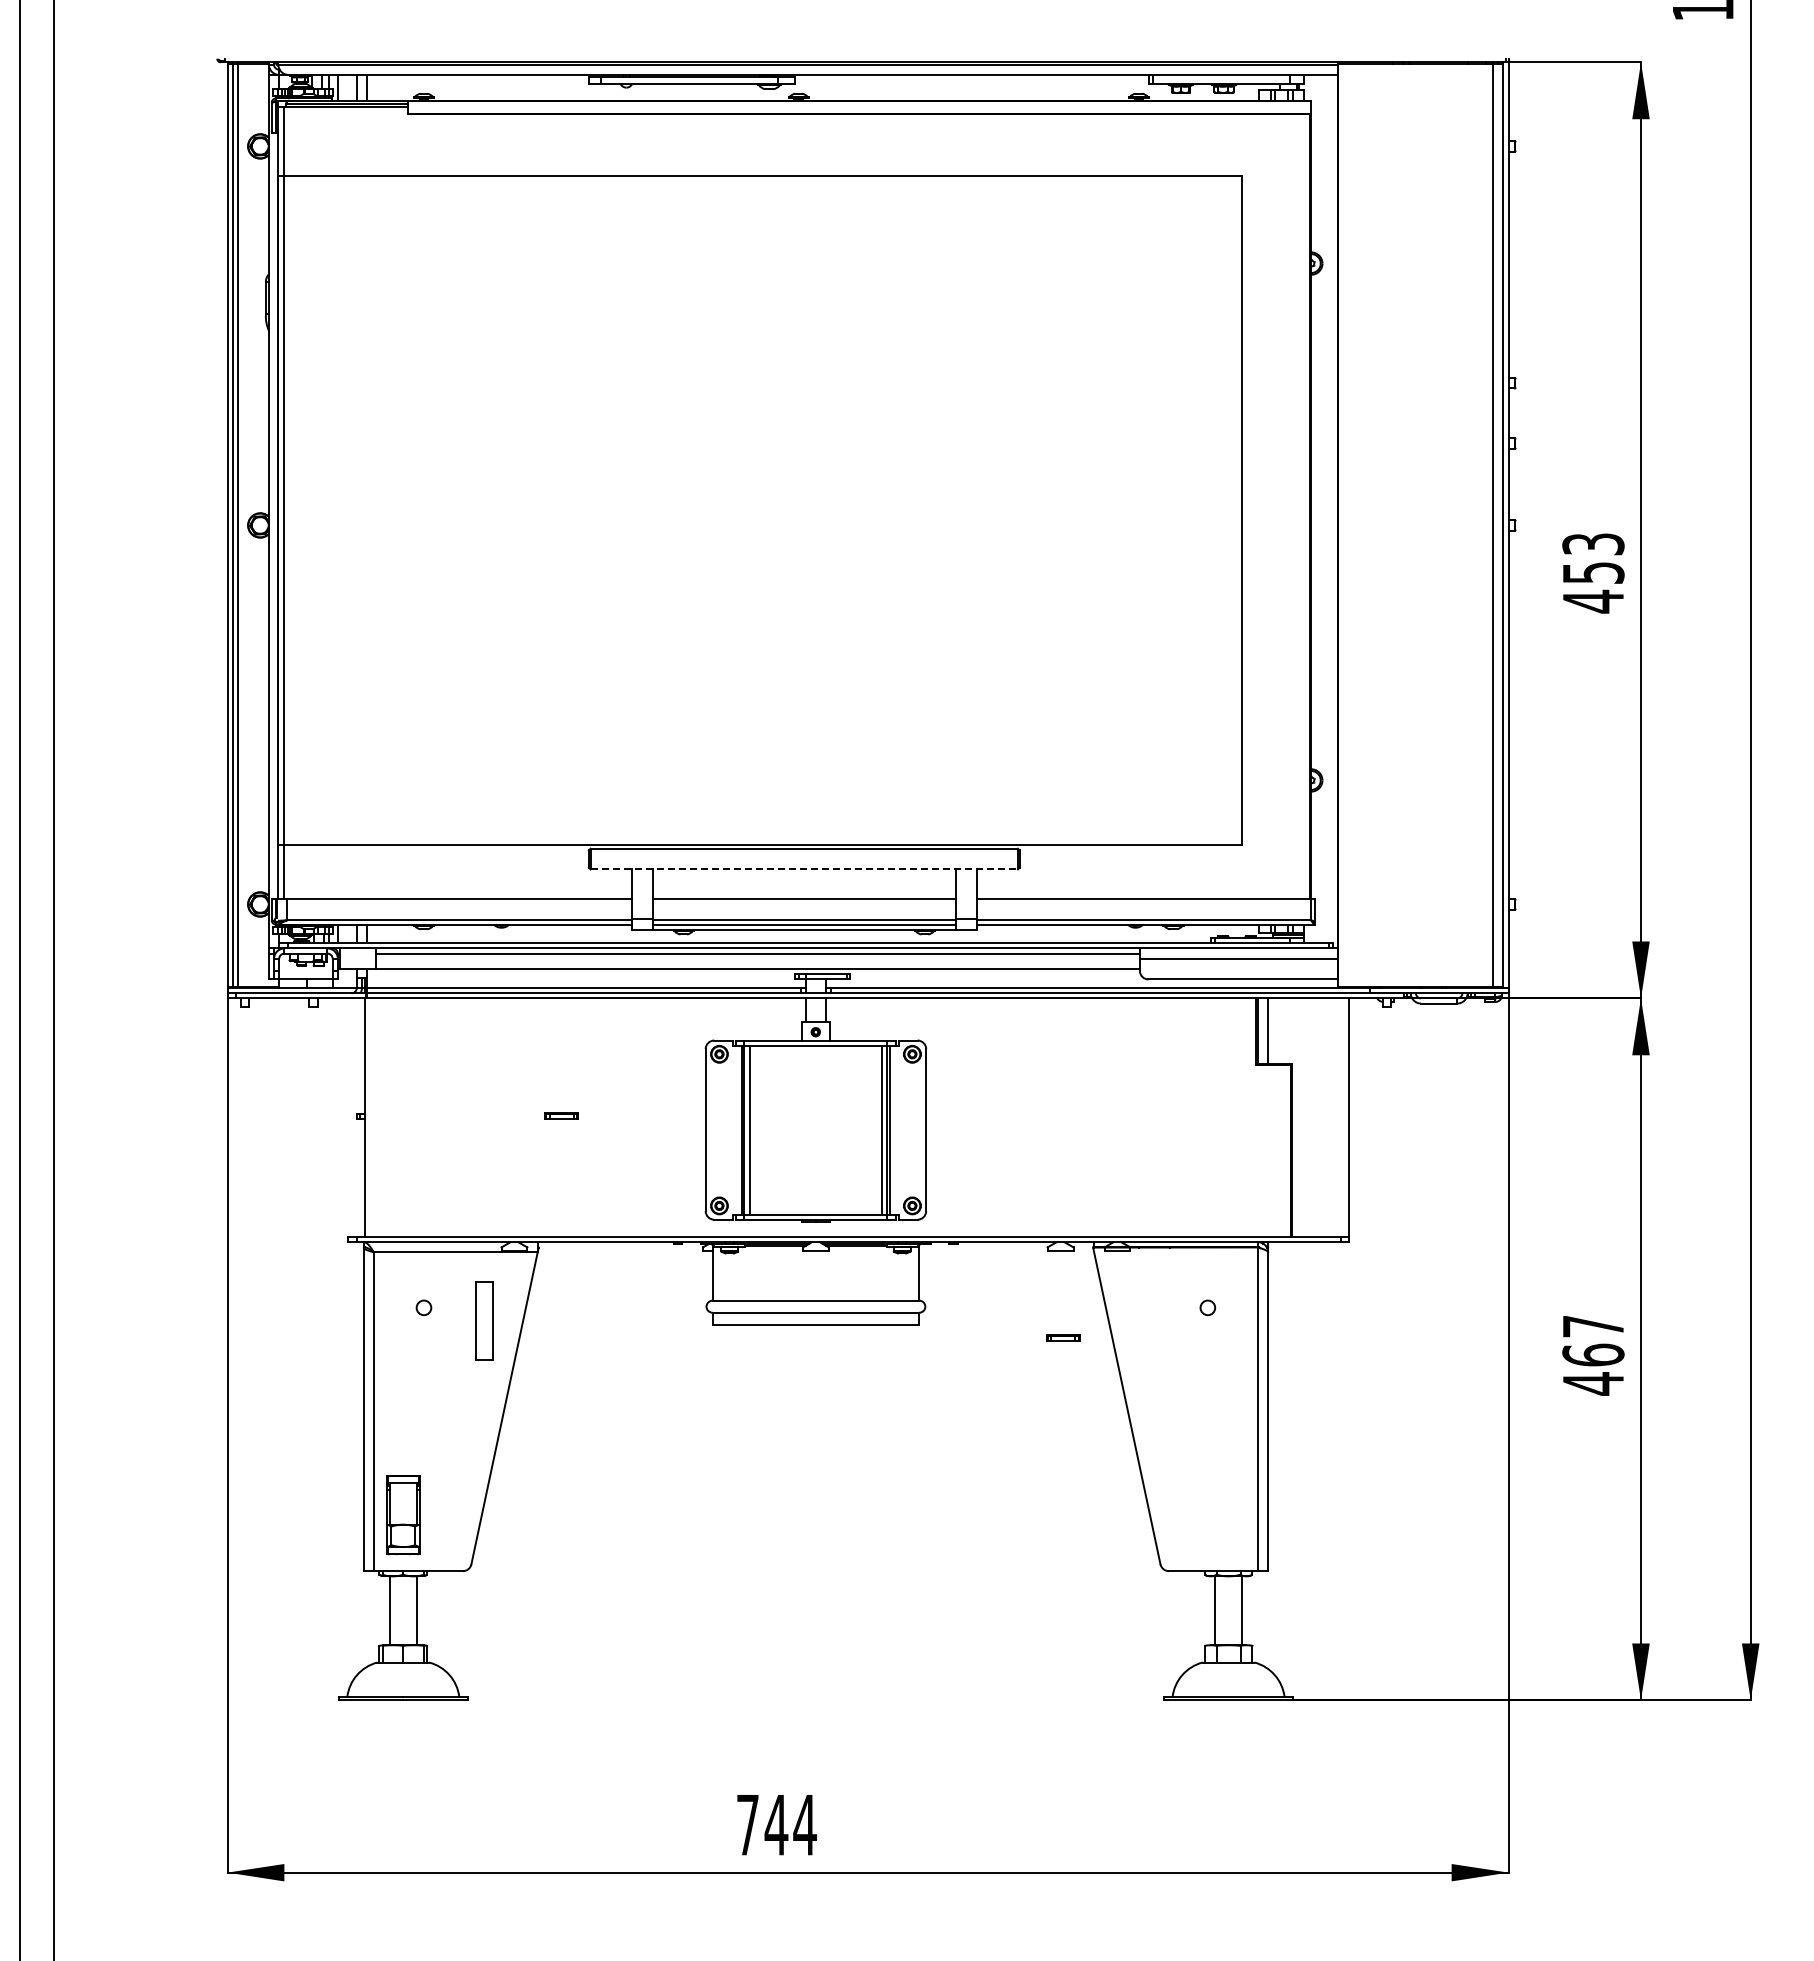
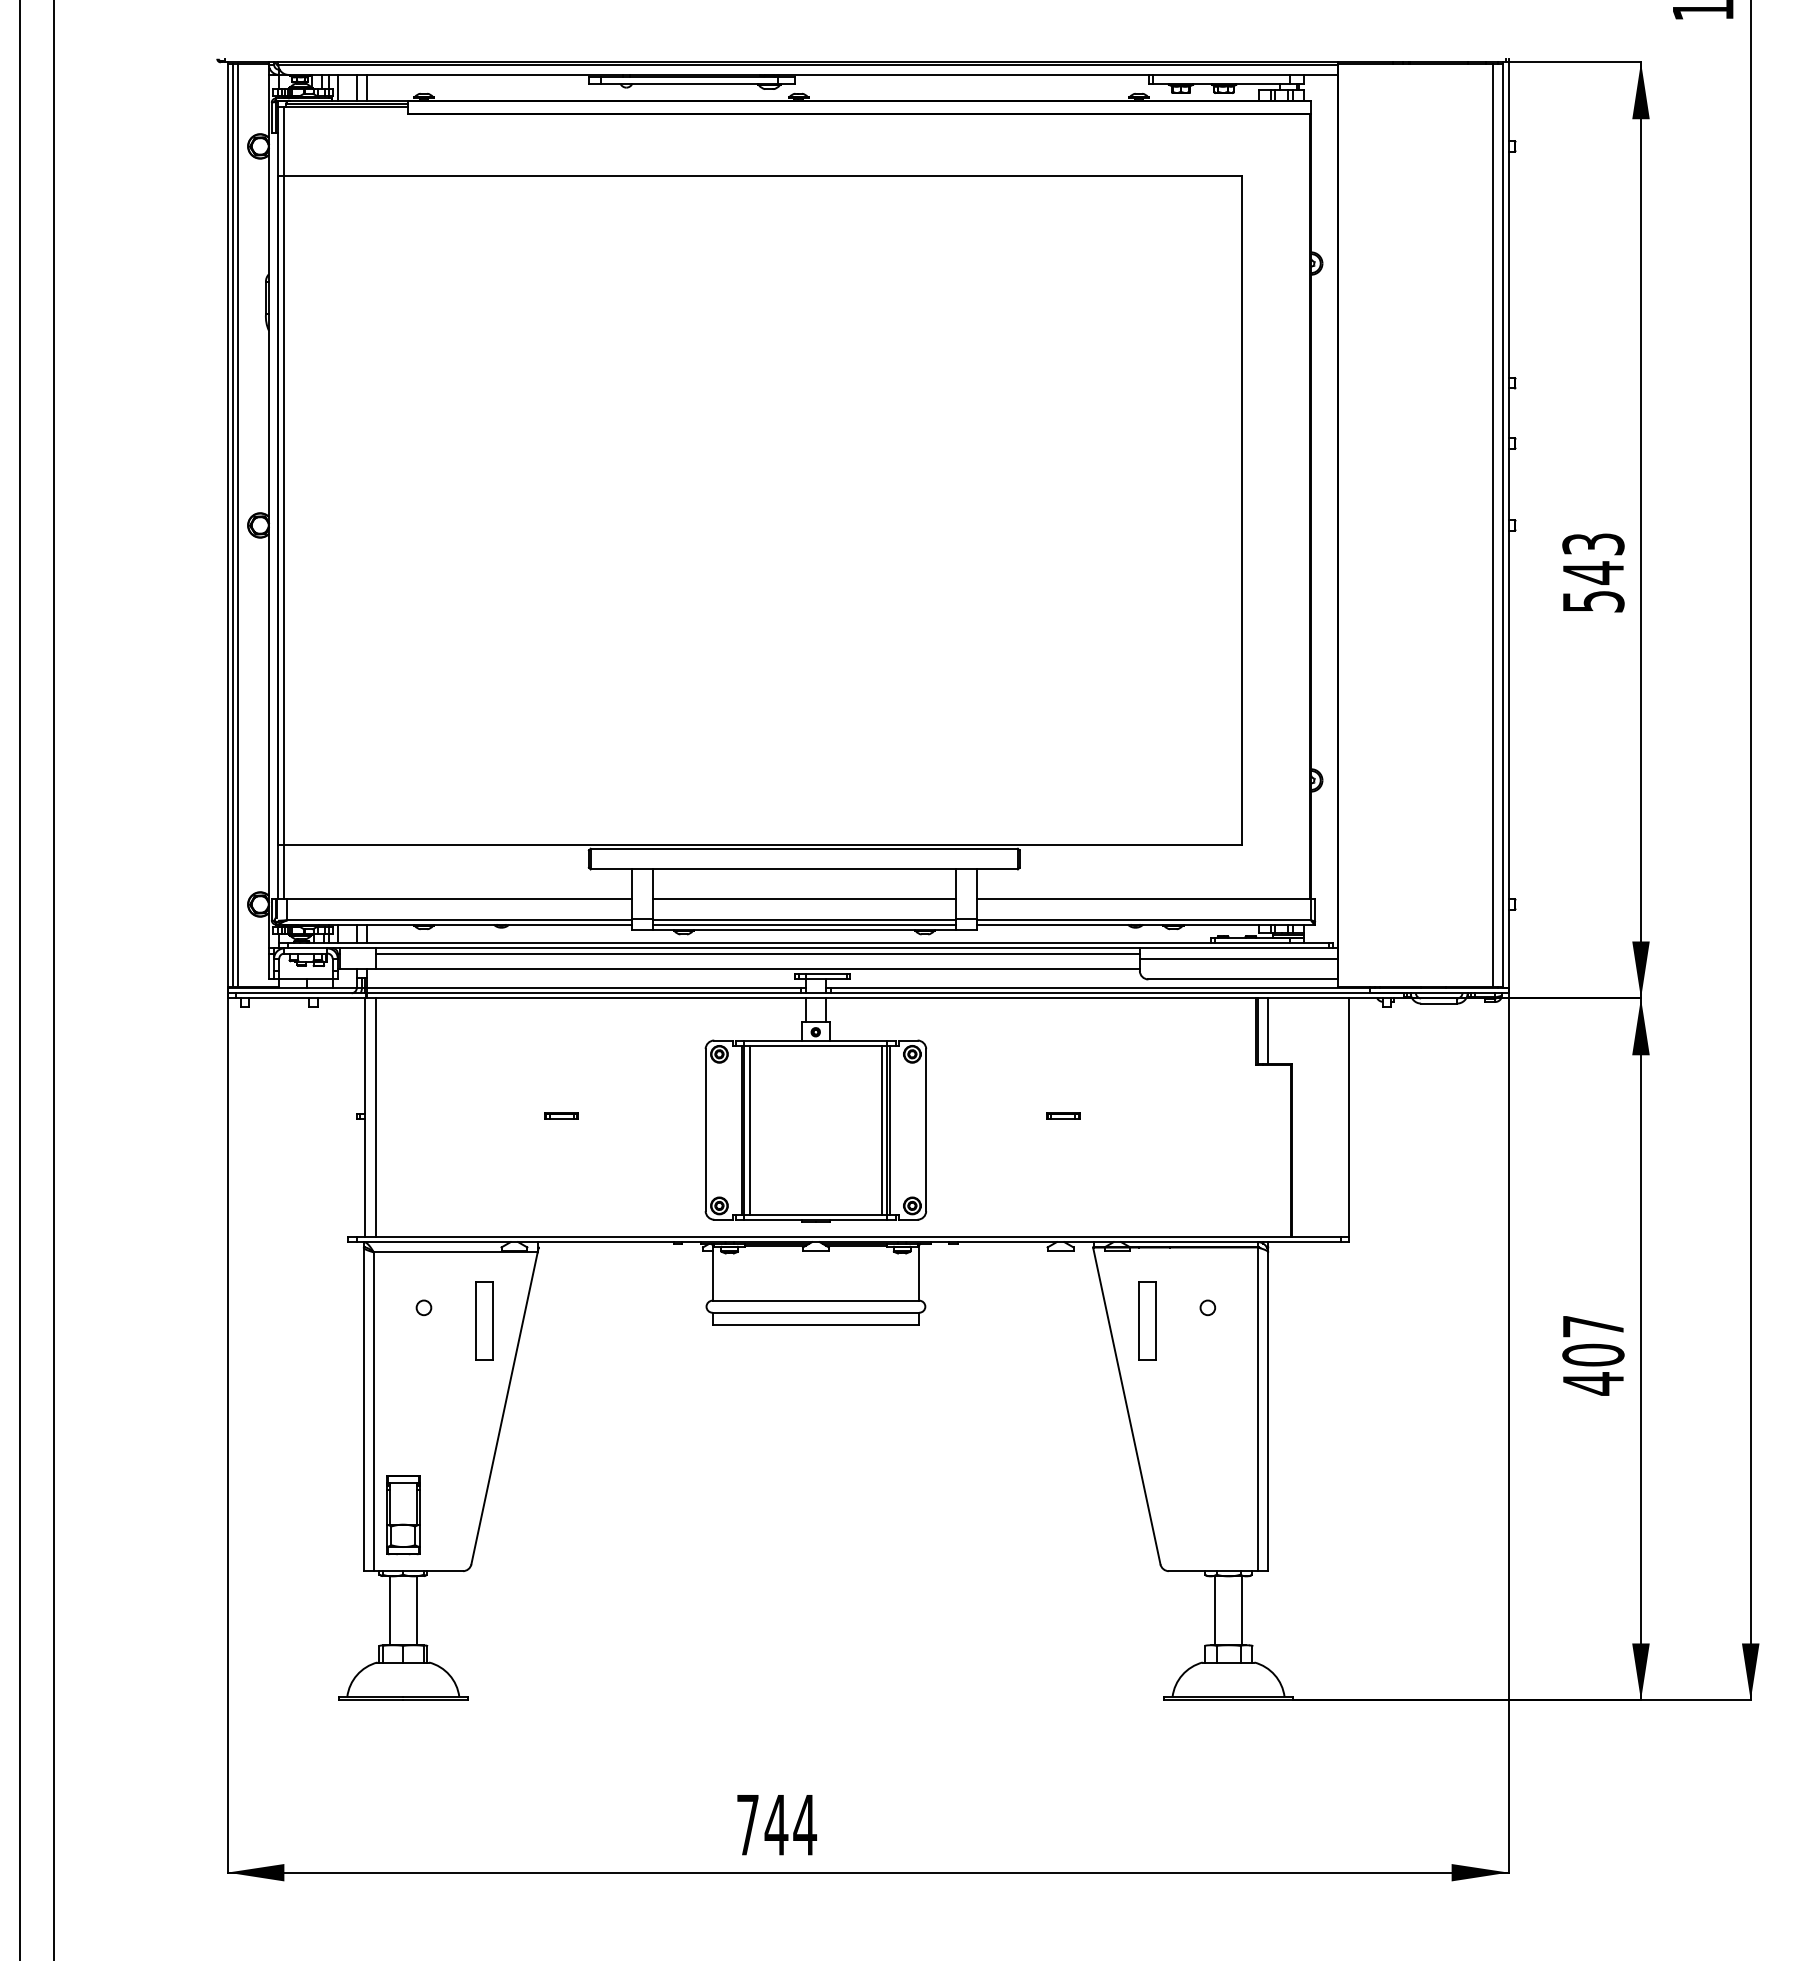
text at (1593, 587): 453 -> 543
line at (804, 869): dashed -> solid
line at (375, 1117): none -> present
part at (1147, 1320): none -> present
part at (1063, 1337) position: (1063, 1337) -> (1063, 1115)
text at (1593, 1354): 467 -> 407
